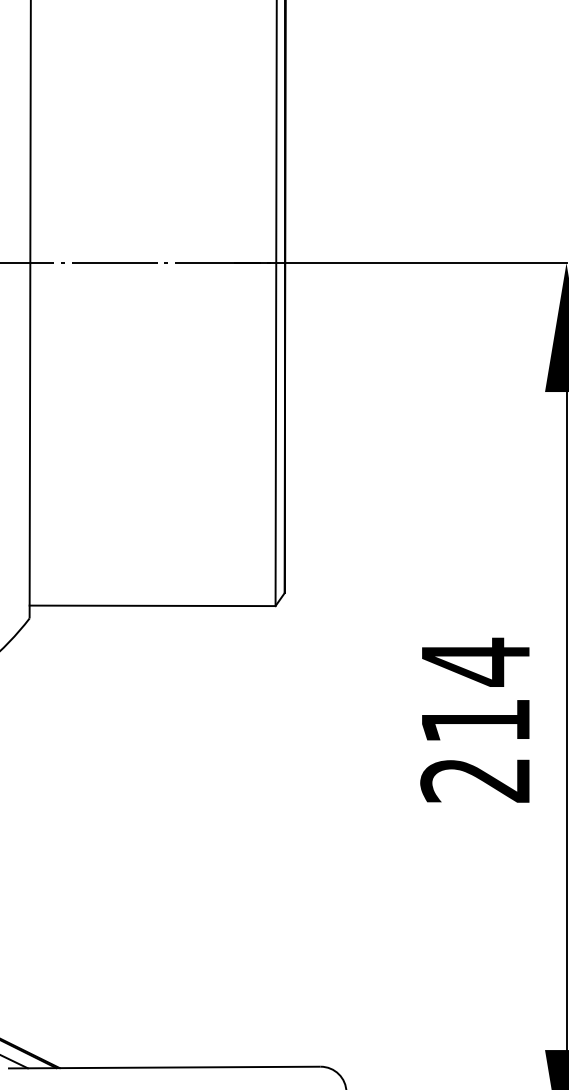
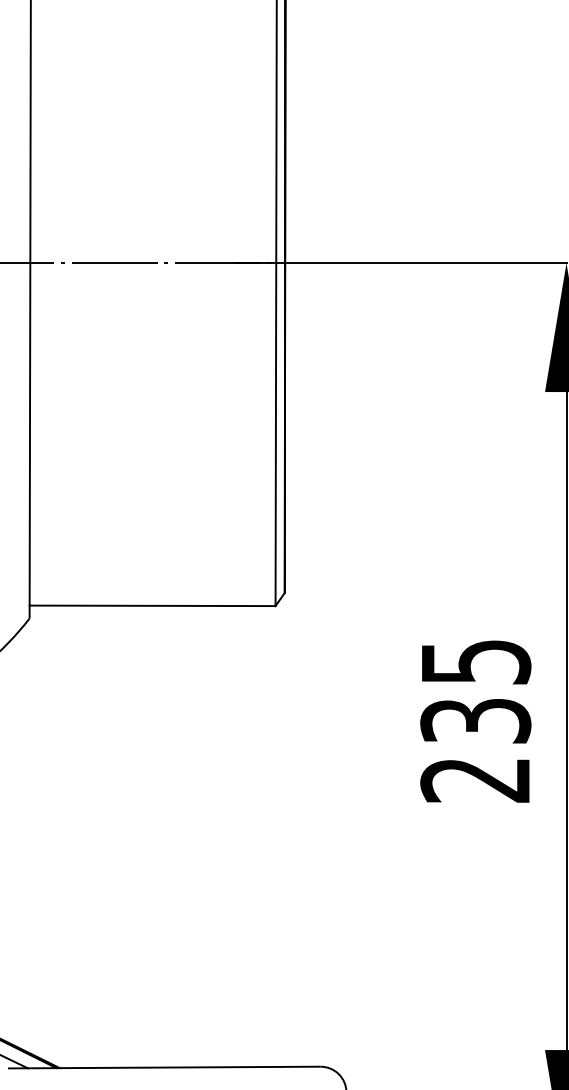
text at (475, 690): 214 -> 235
